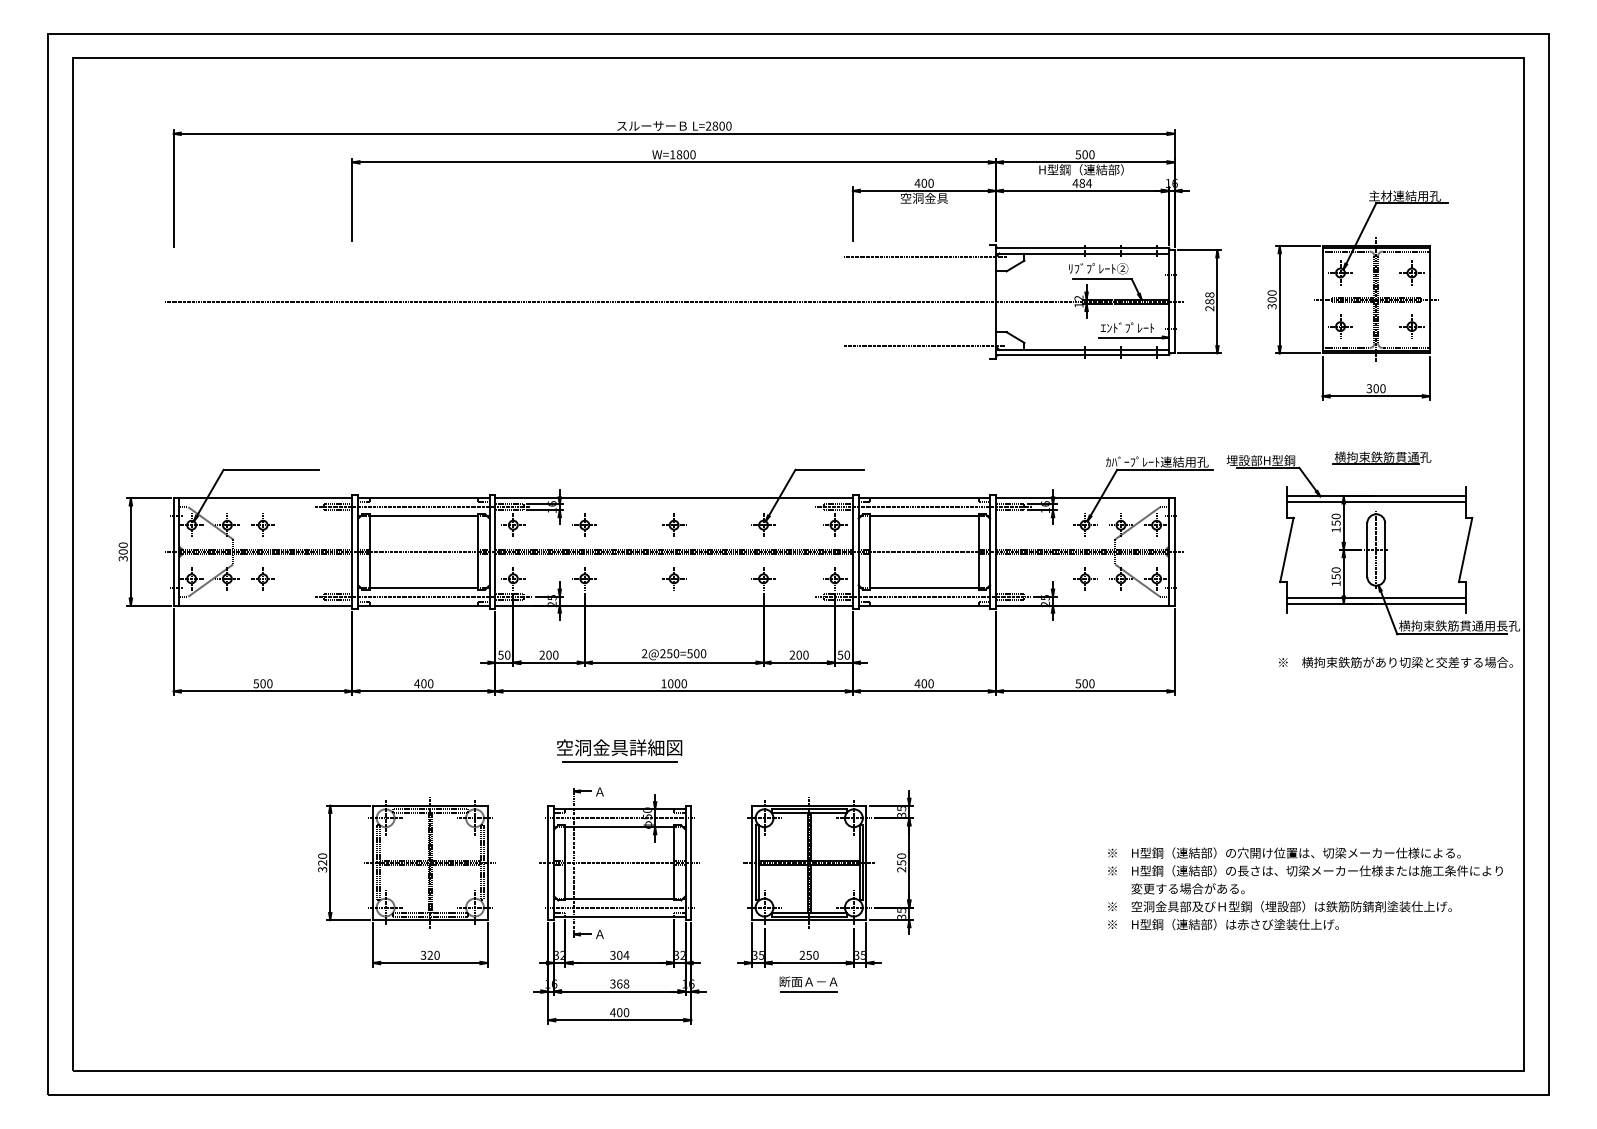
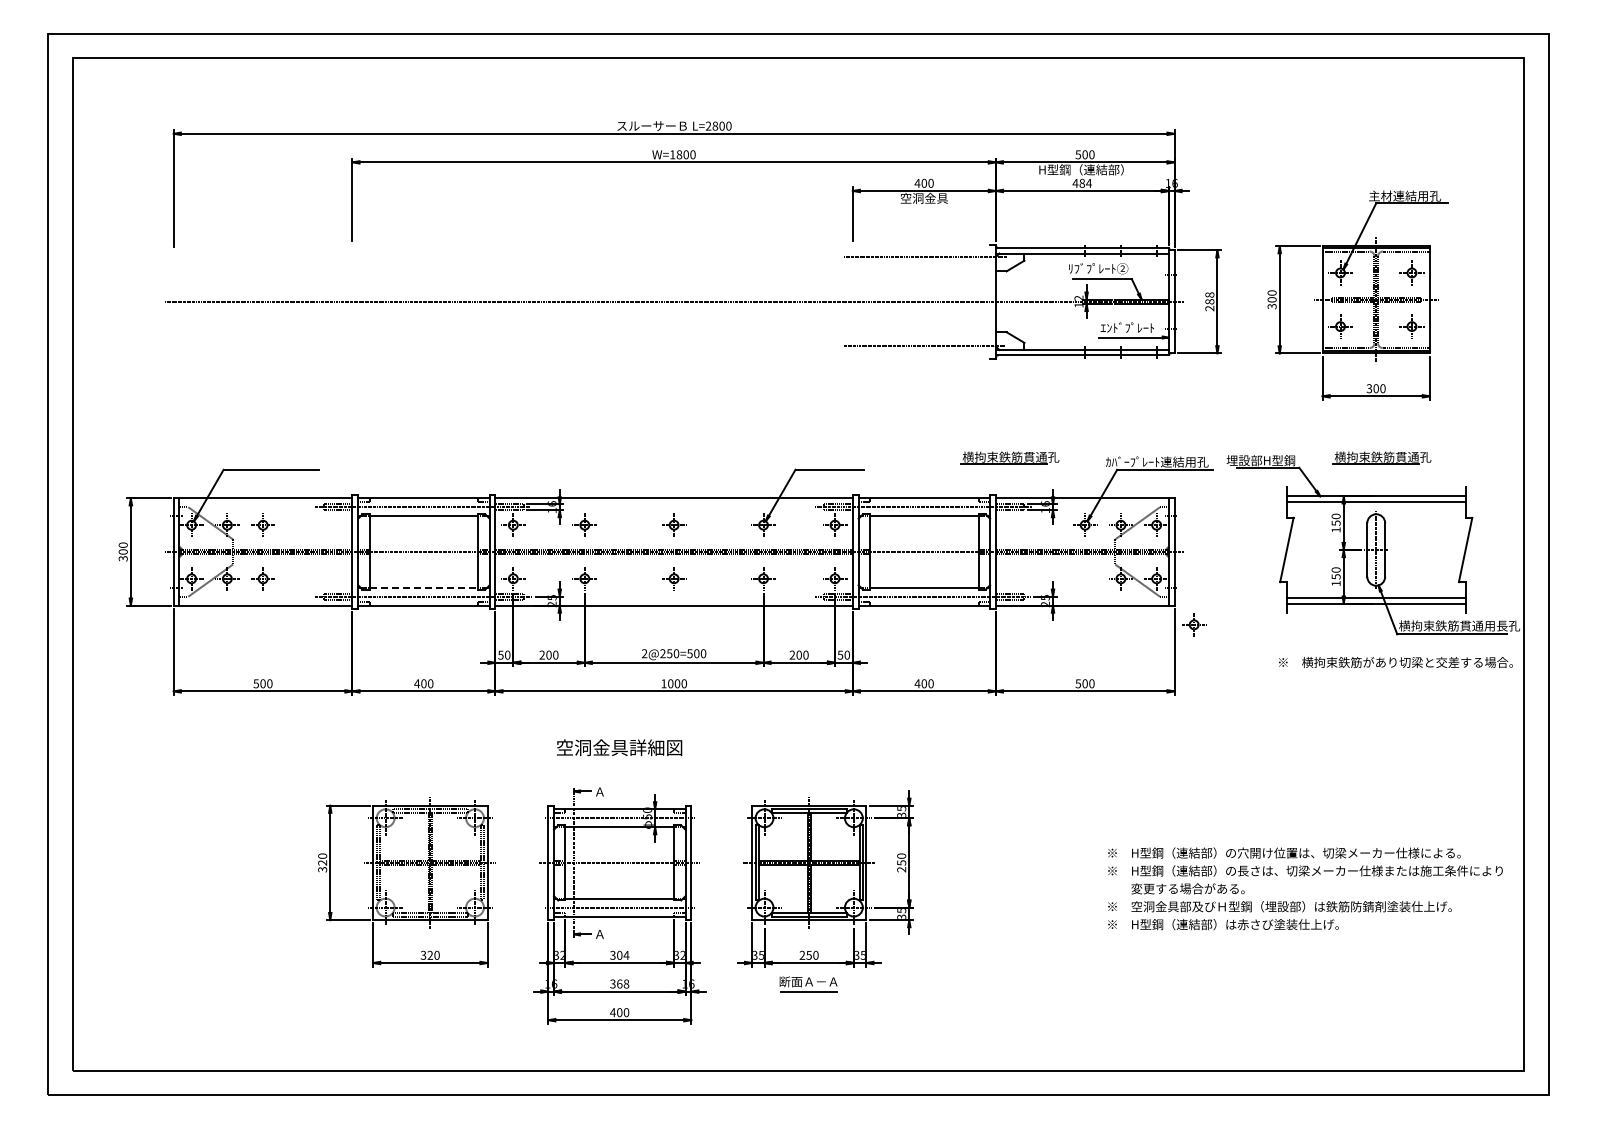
part at (1009, 457): none -> present
part at (1085, 578) position: (1085, 578) -> (1194, 624)
line at (424, 587): solid -> dashed
line at (619, 762): present -> none
